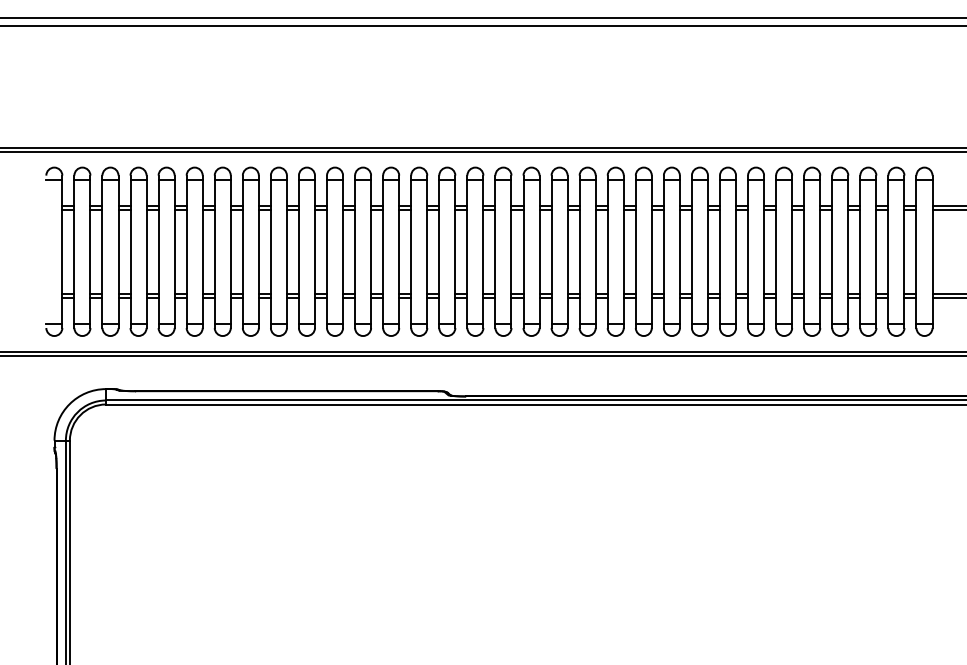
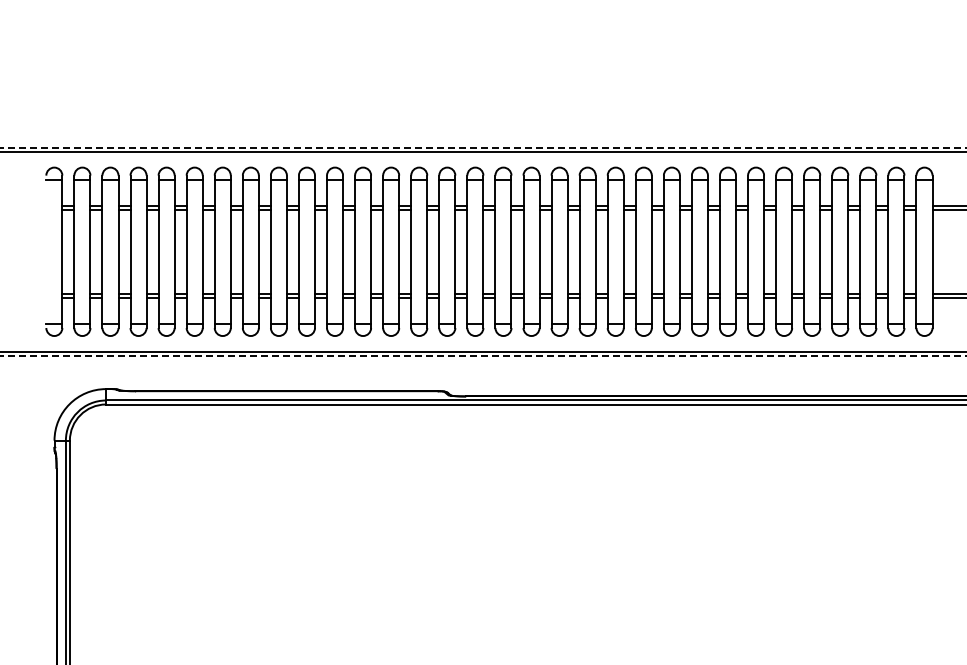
line at (482, 18): present -> none
line at (482, 26): present -> none
line at (483, 147): solid -> dashed
line at (483, 356): solid -> dashed
